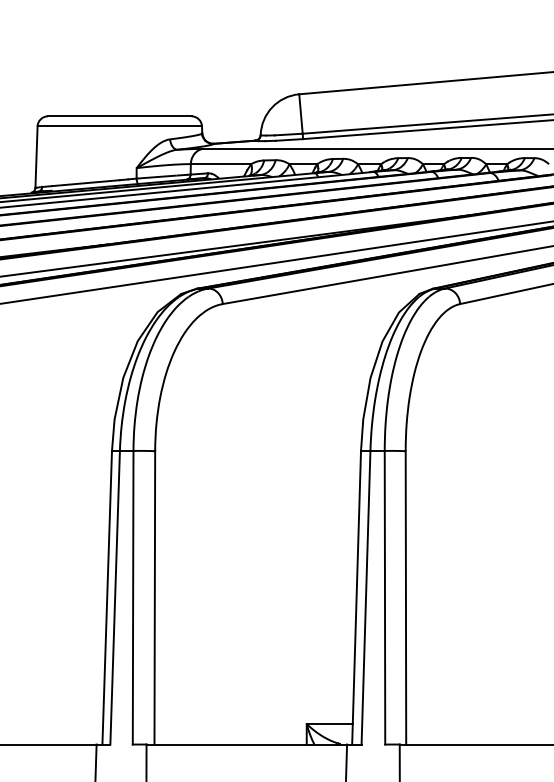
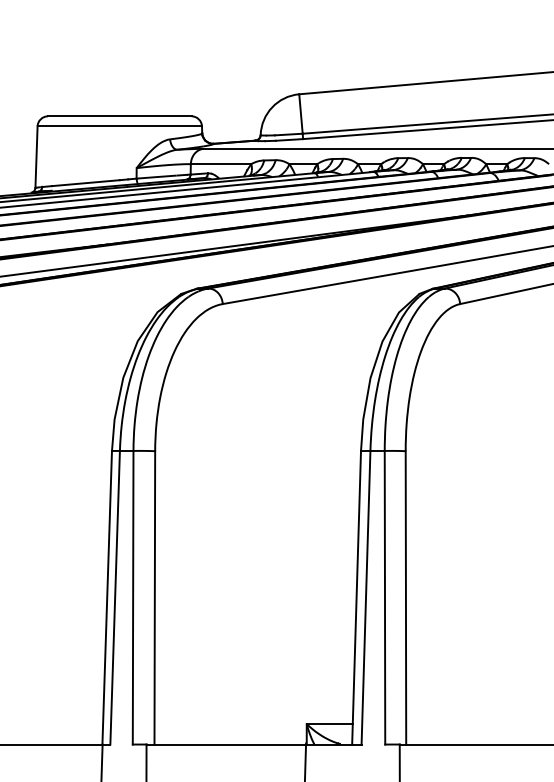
line at (276, 262): present -> none
line at (95, 761) position: (95, 761) -> (101, 761)
line at (346, 761) position: (346, 761) -> (305, 760)
